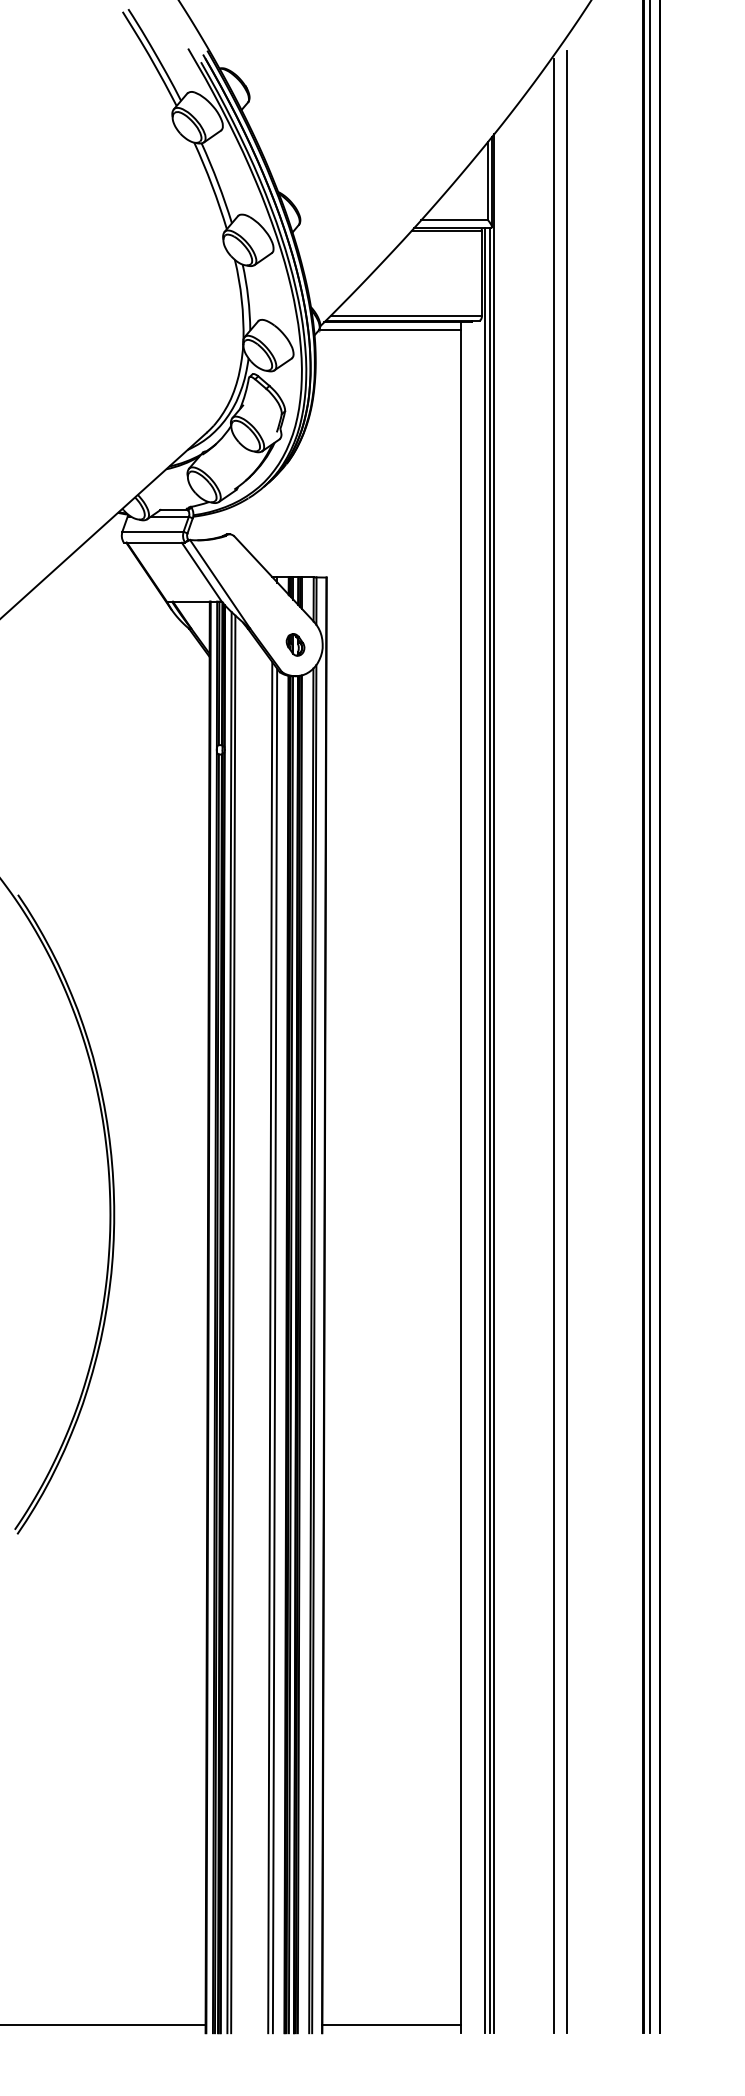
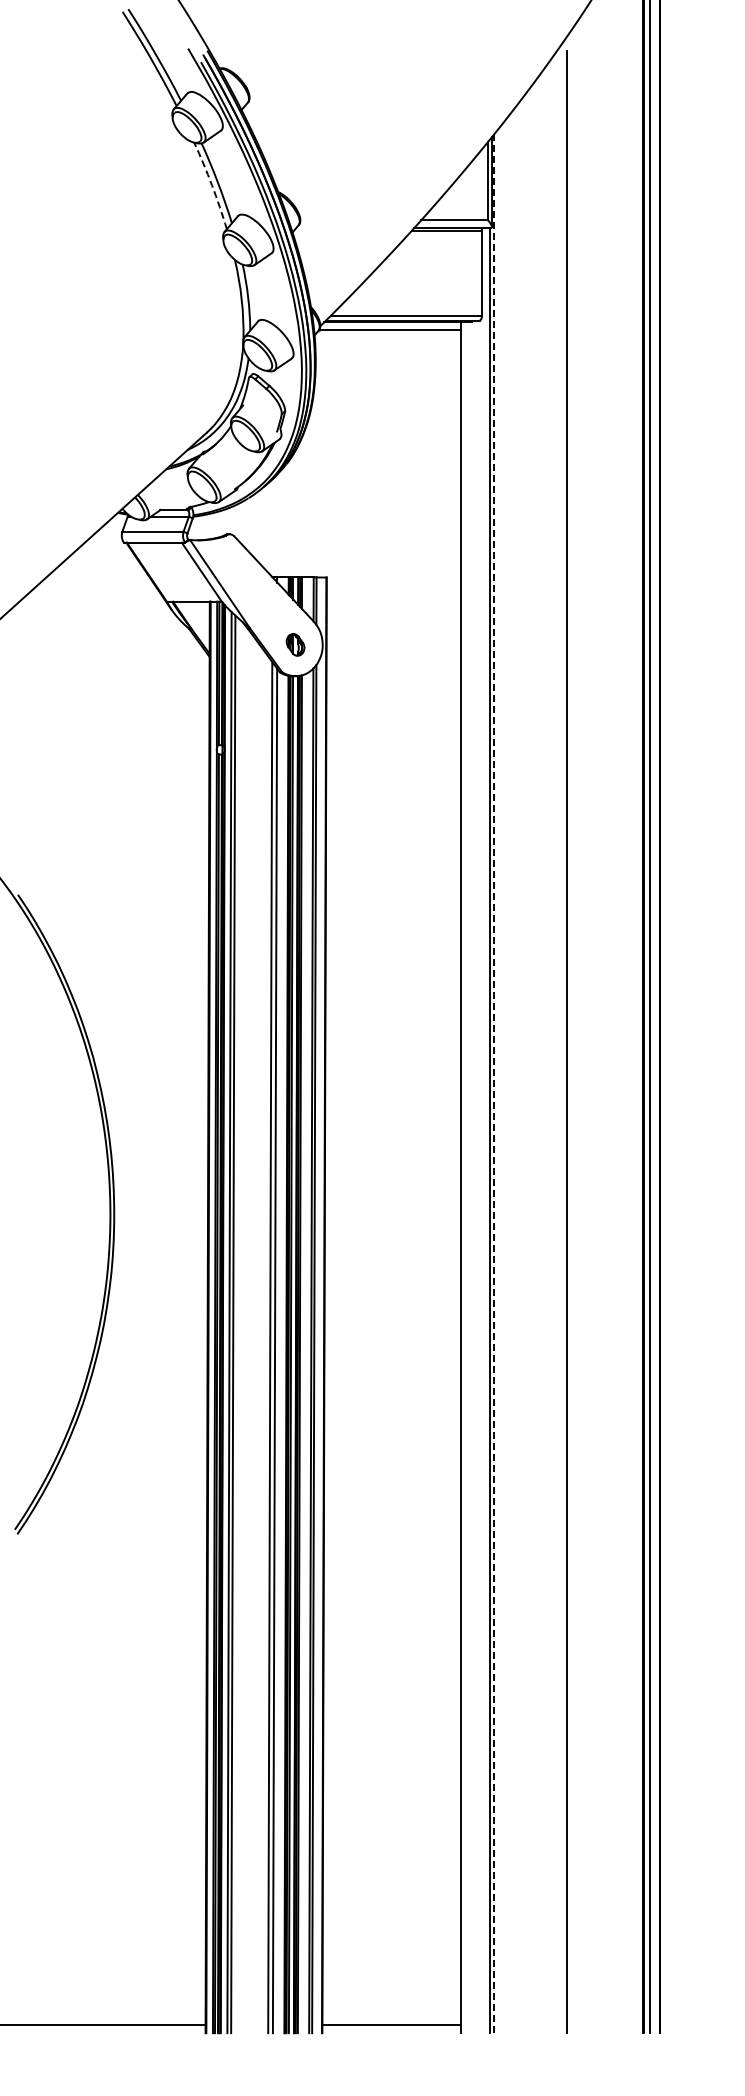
arc at (212, 185): solid -> dashed
line at (554, 1046): present -> none
line at (494, 1083): solid -> dashed
line at (485, 1130): present -> none
